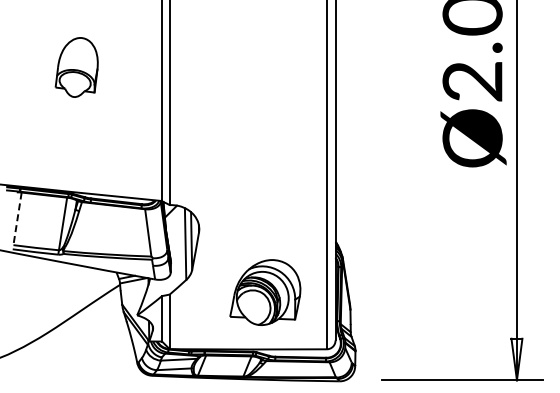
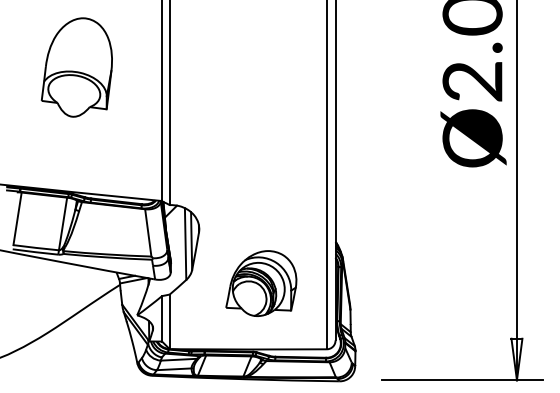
part at (76, 67) size: 45x61 px -> 73x101 px
line at (17, 218): dashed -> solid
part at (265, 292) position: (265, 292) -> (261, 283)
